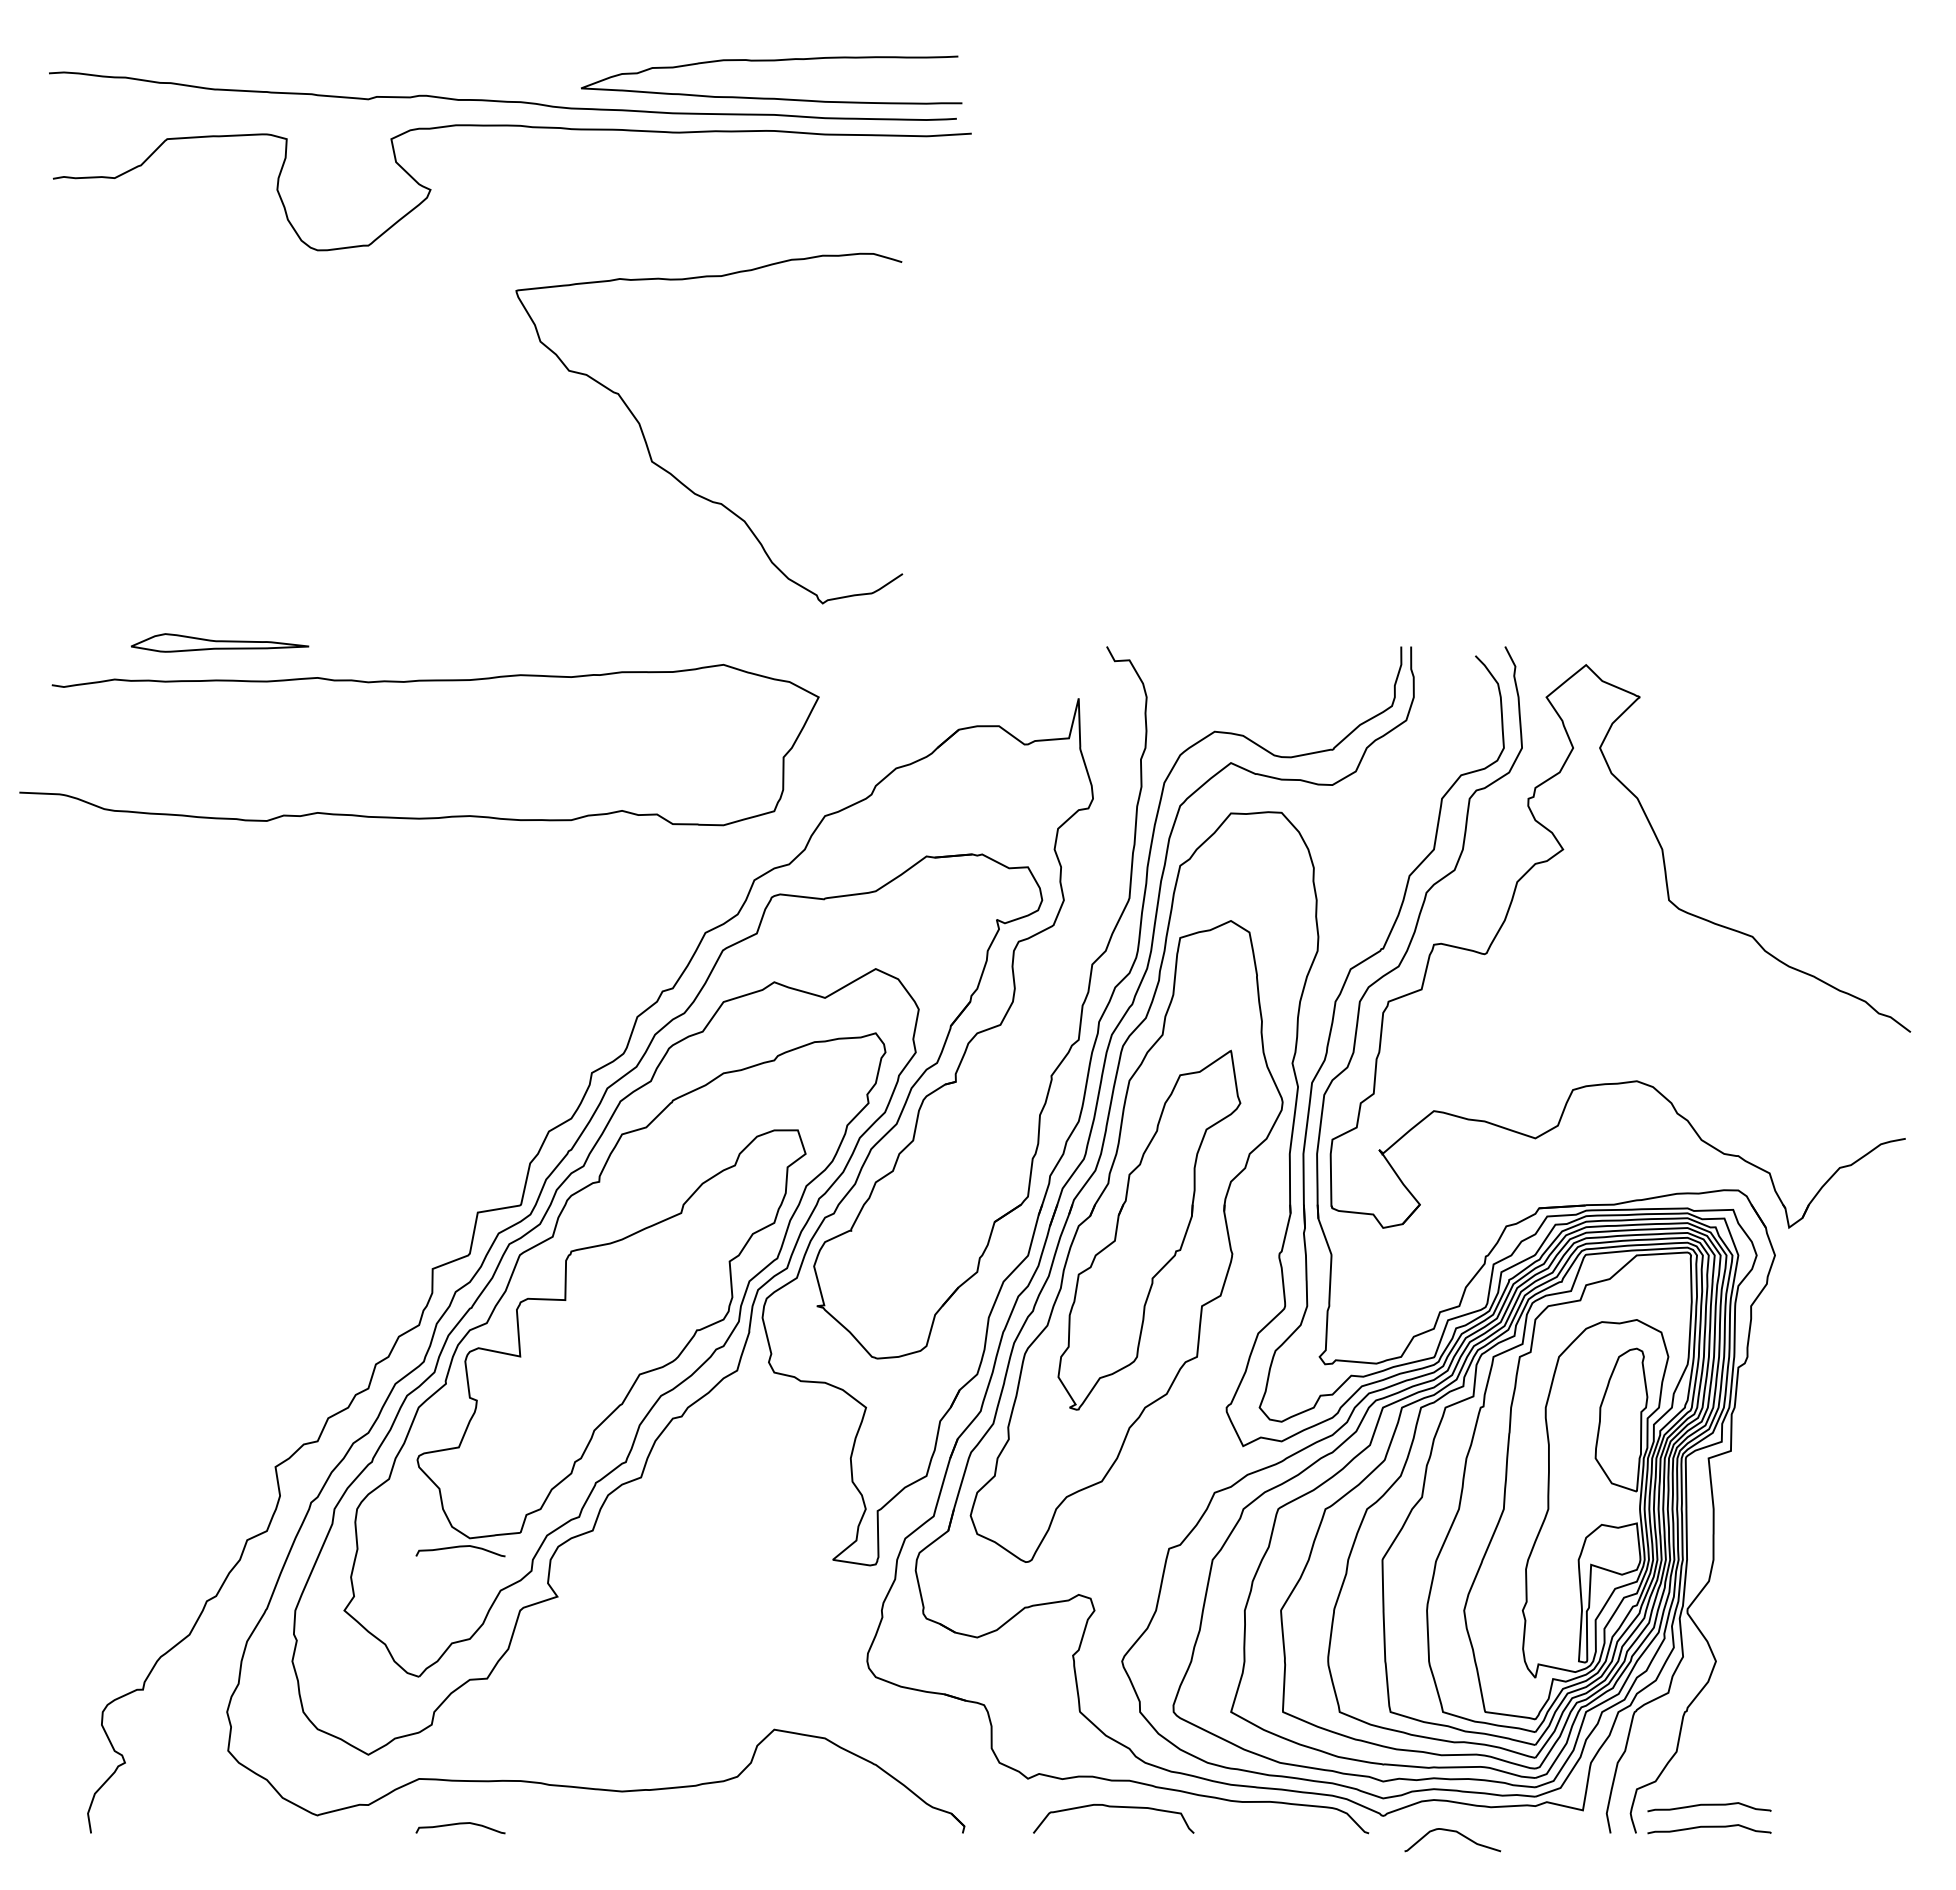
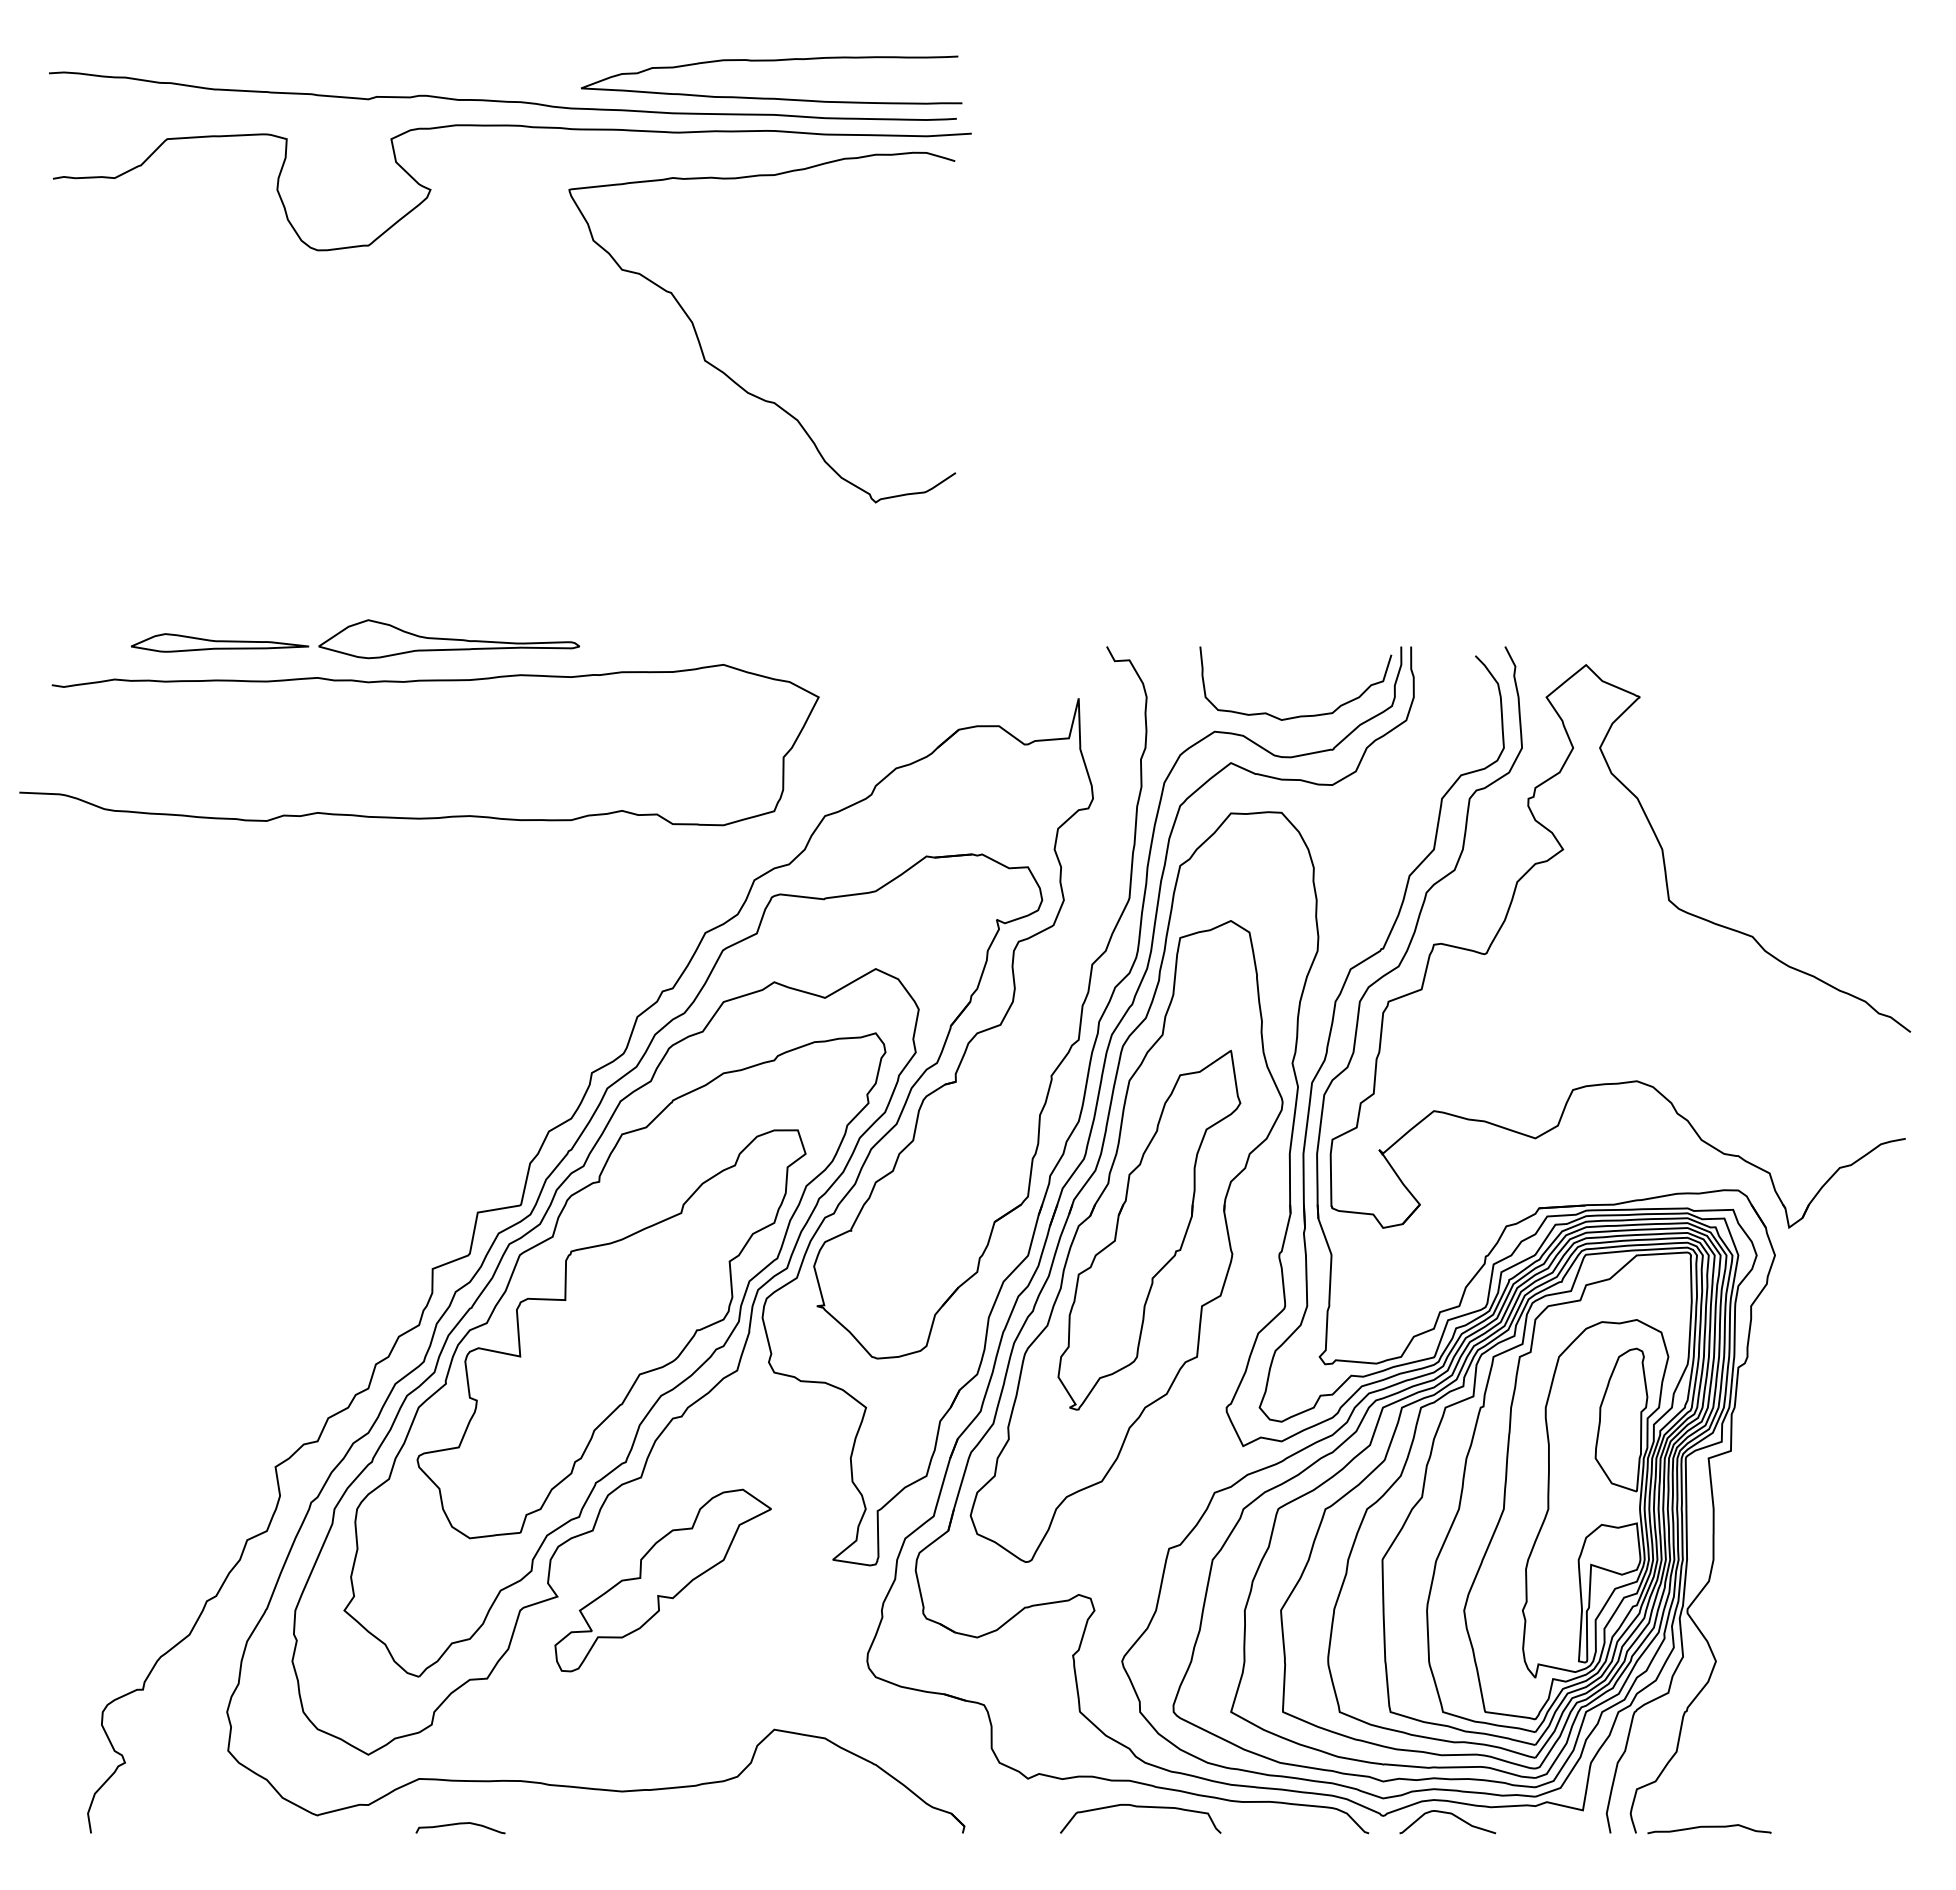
curve at (674, 475) position: (674, 475) -> (727, 374)
part at (448, 639): none -> present
curve at (1299, 715): none -> present
curve at (460, 1547): present -> none
part at (662, 1580): none -> present
curve at (1709, 1805): present -> none
curve at (1113, 1807) position: (1113, 1807) -> (1140, 1807)
curve at (1454, 1832) position: (1454, 1832) -> (1449, 1814)
